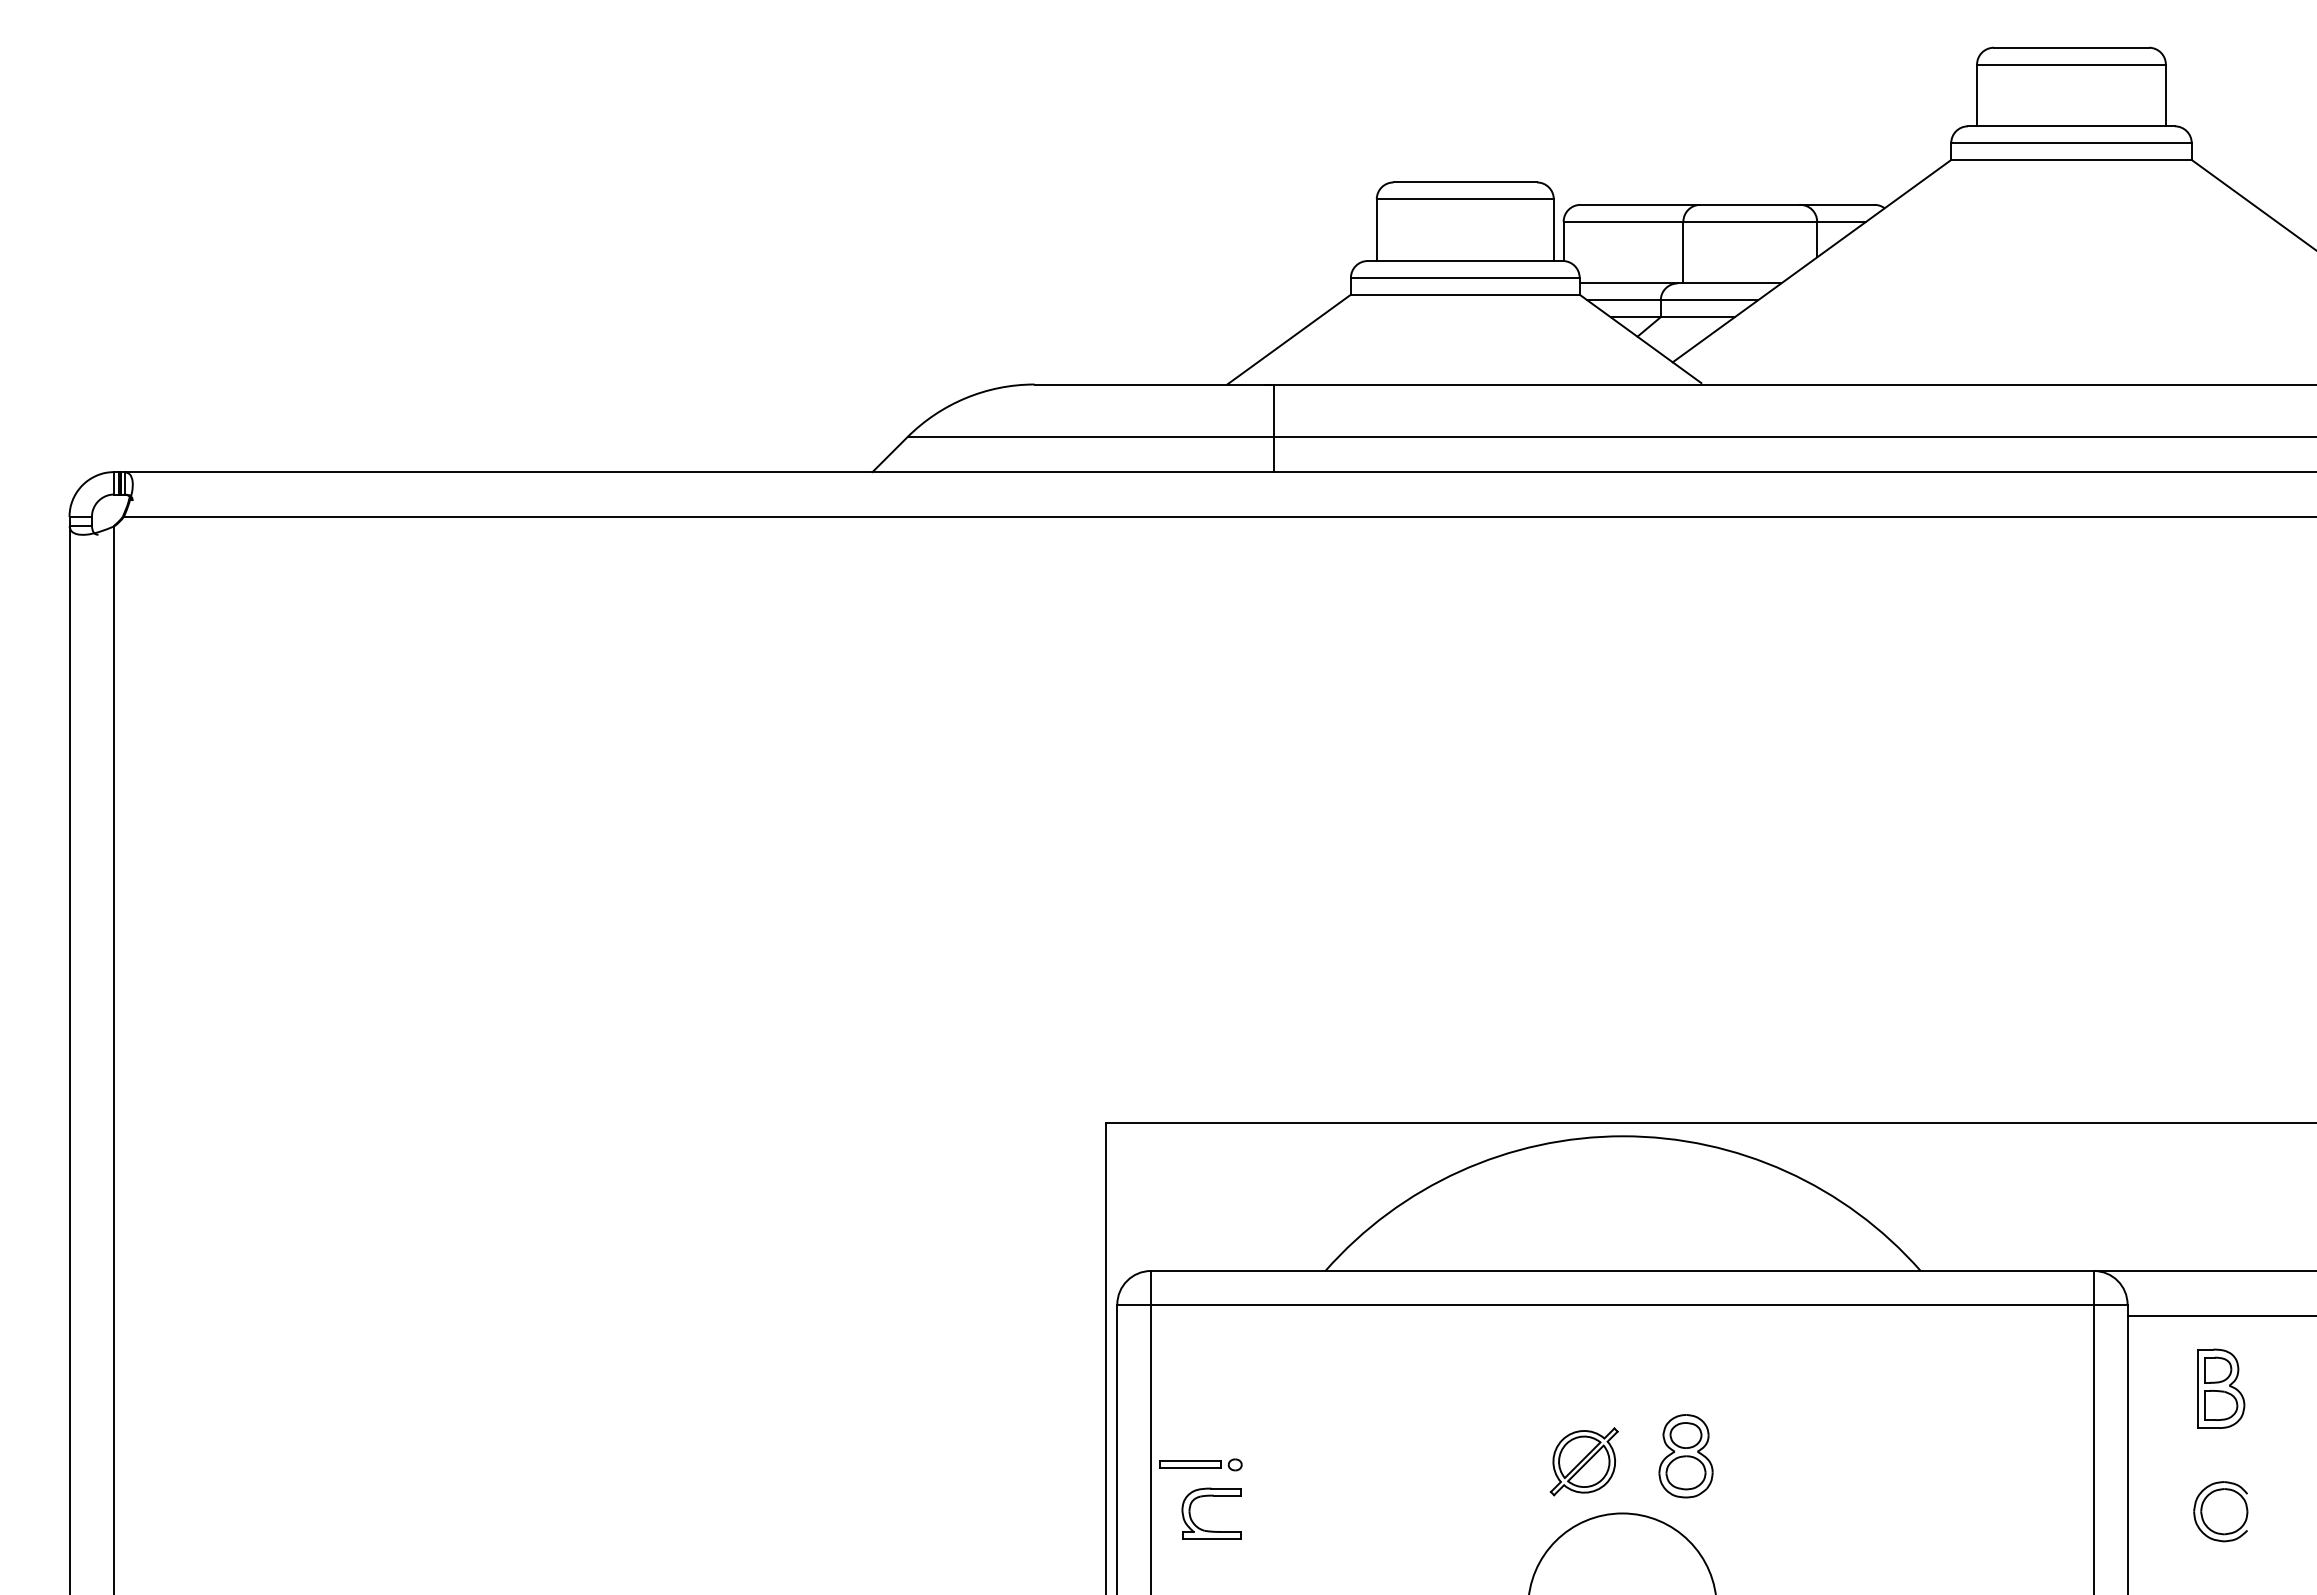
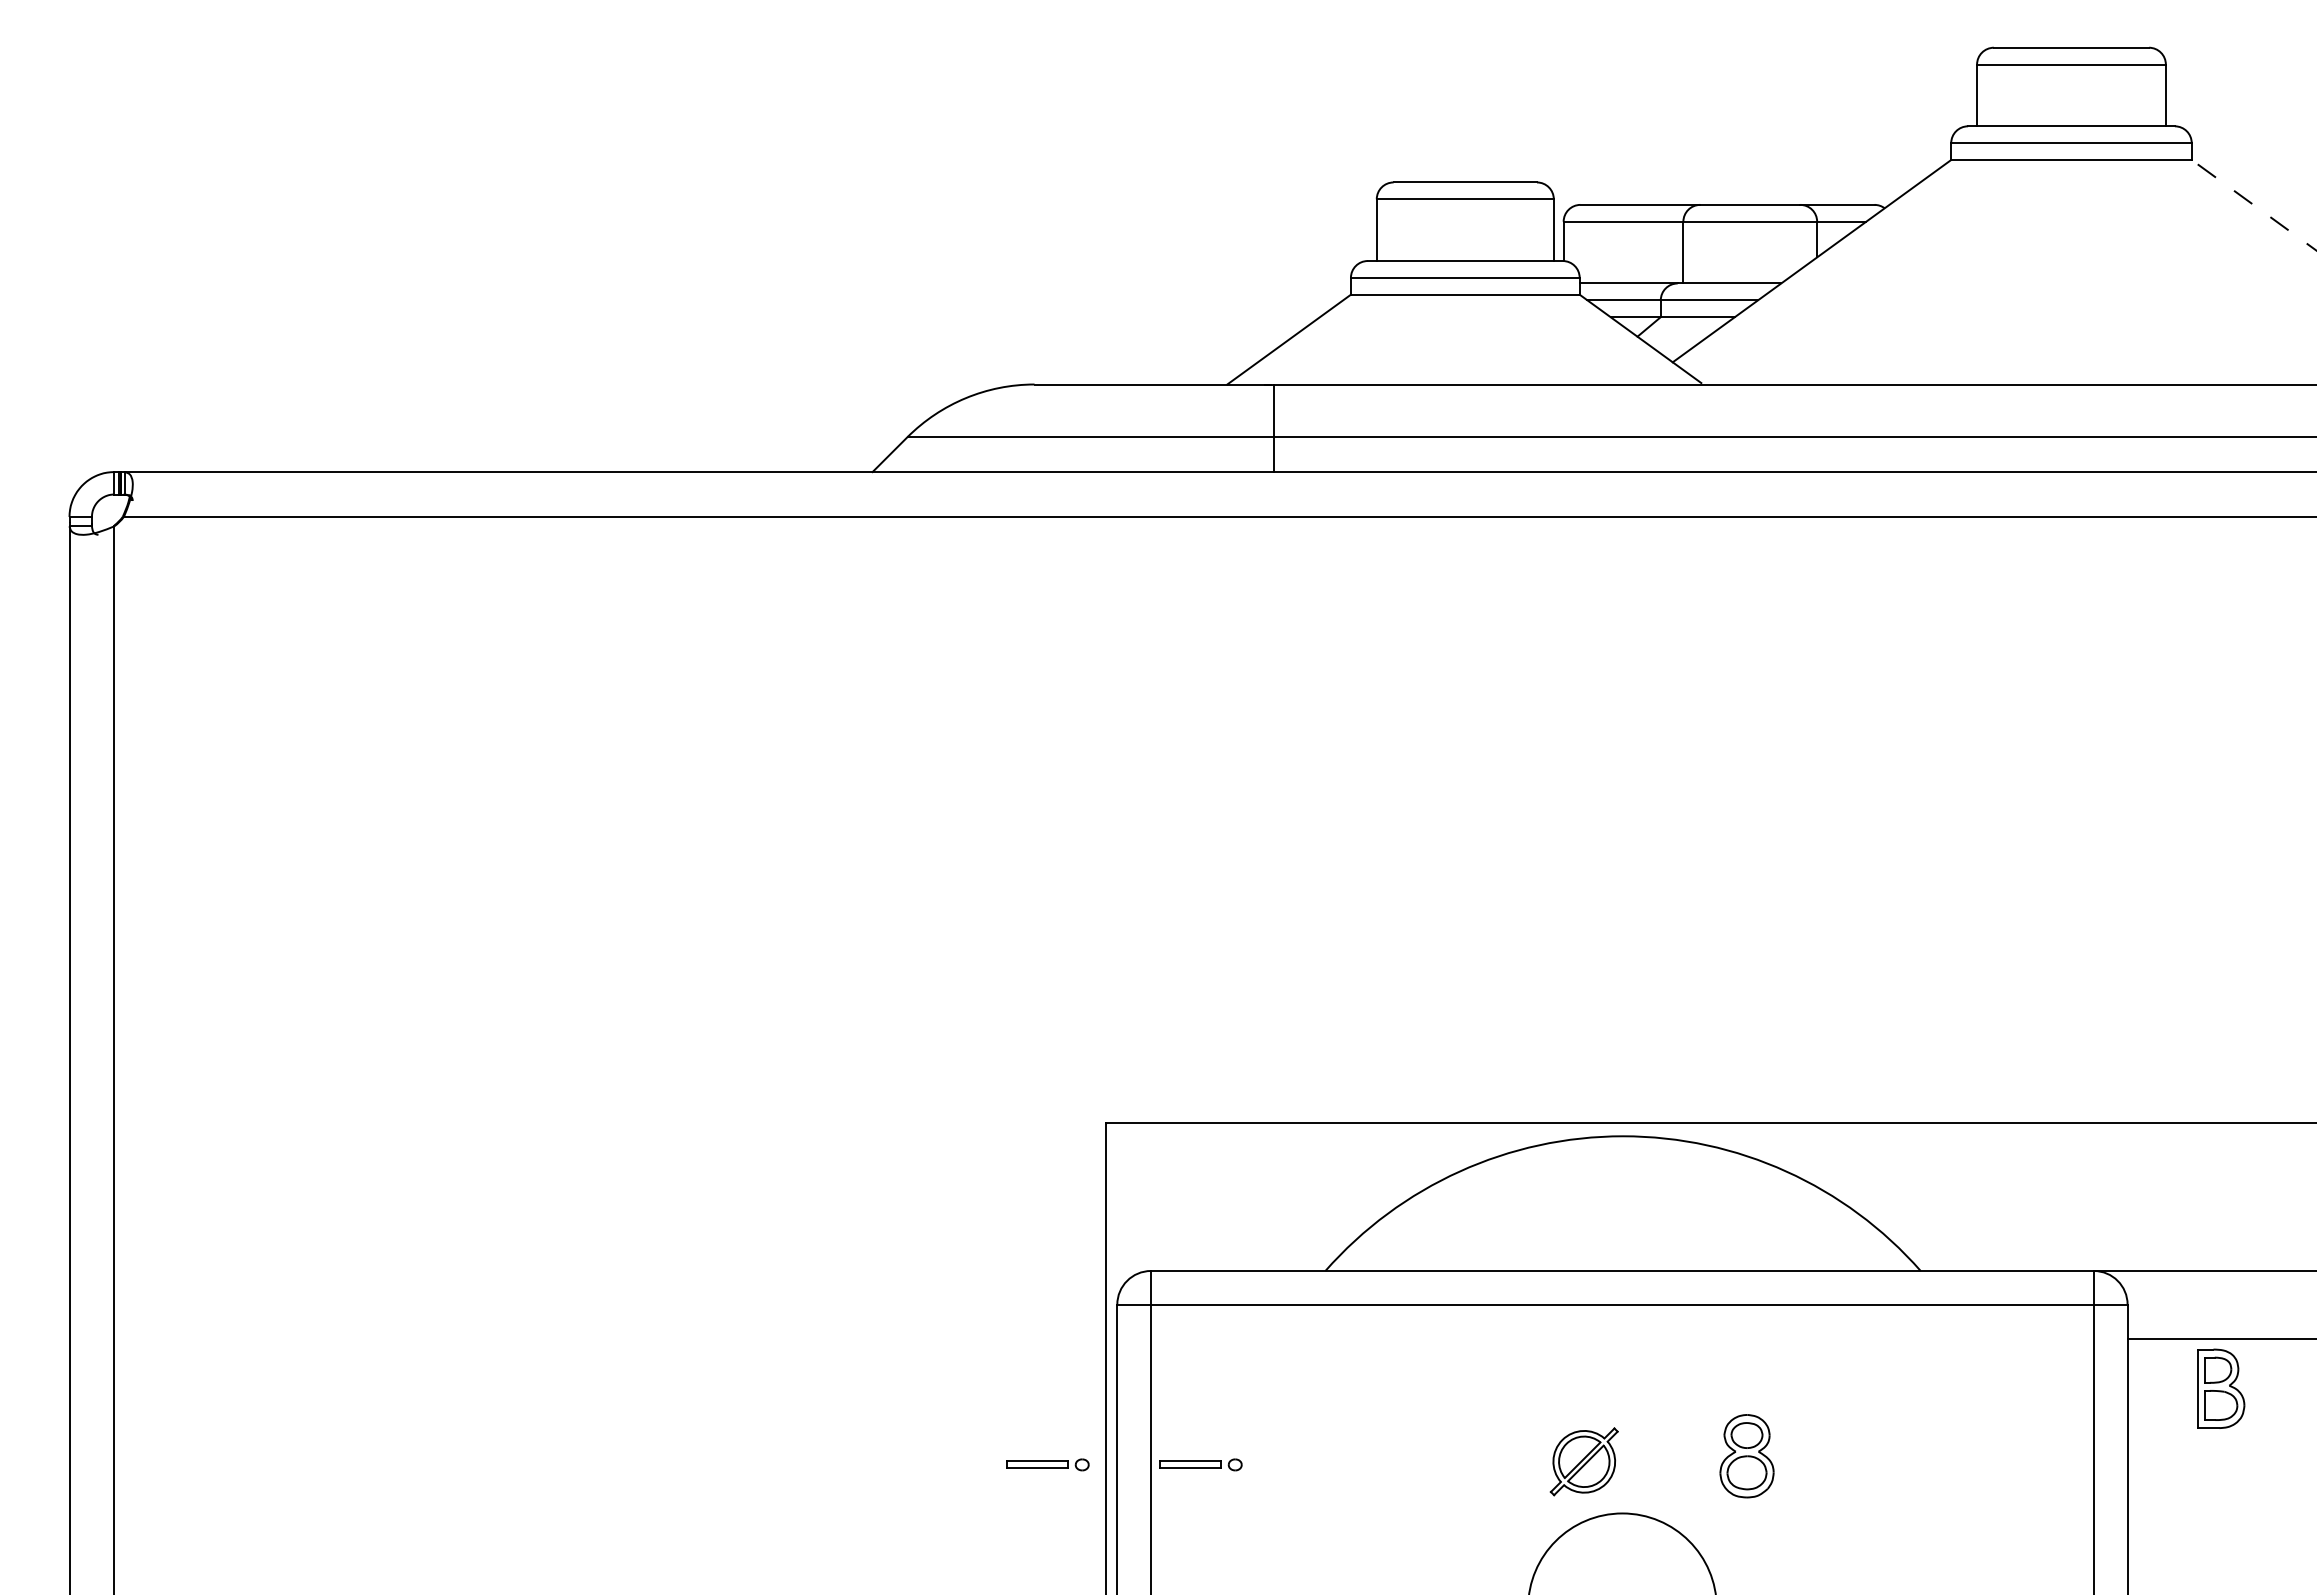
line at (2253, 205): solid -> dashed
line at (2220, 1315) position: (2220, 1315) -> (2220, 1338)
part at (1685, 1456) position: (1685, 1456) -> (1746, 1456)
part at (1047, 1464): none -> present
part at (1211, 1496): present -> none
part at (2220, 1511): present -> none
